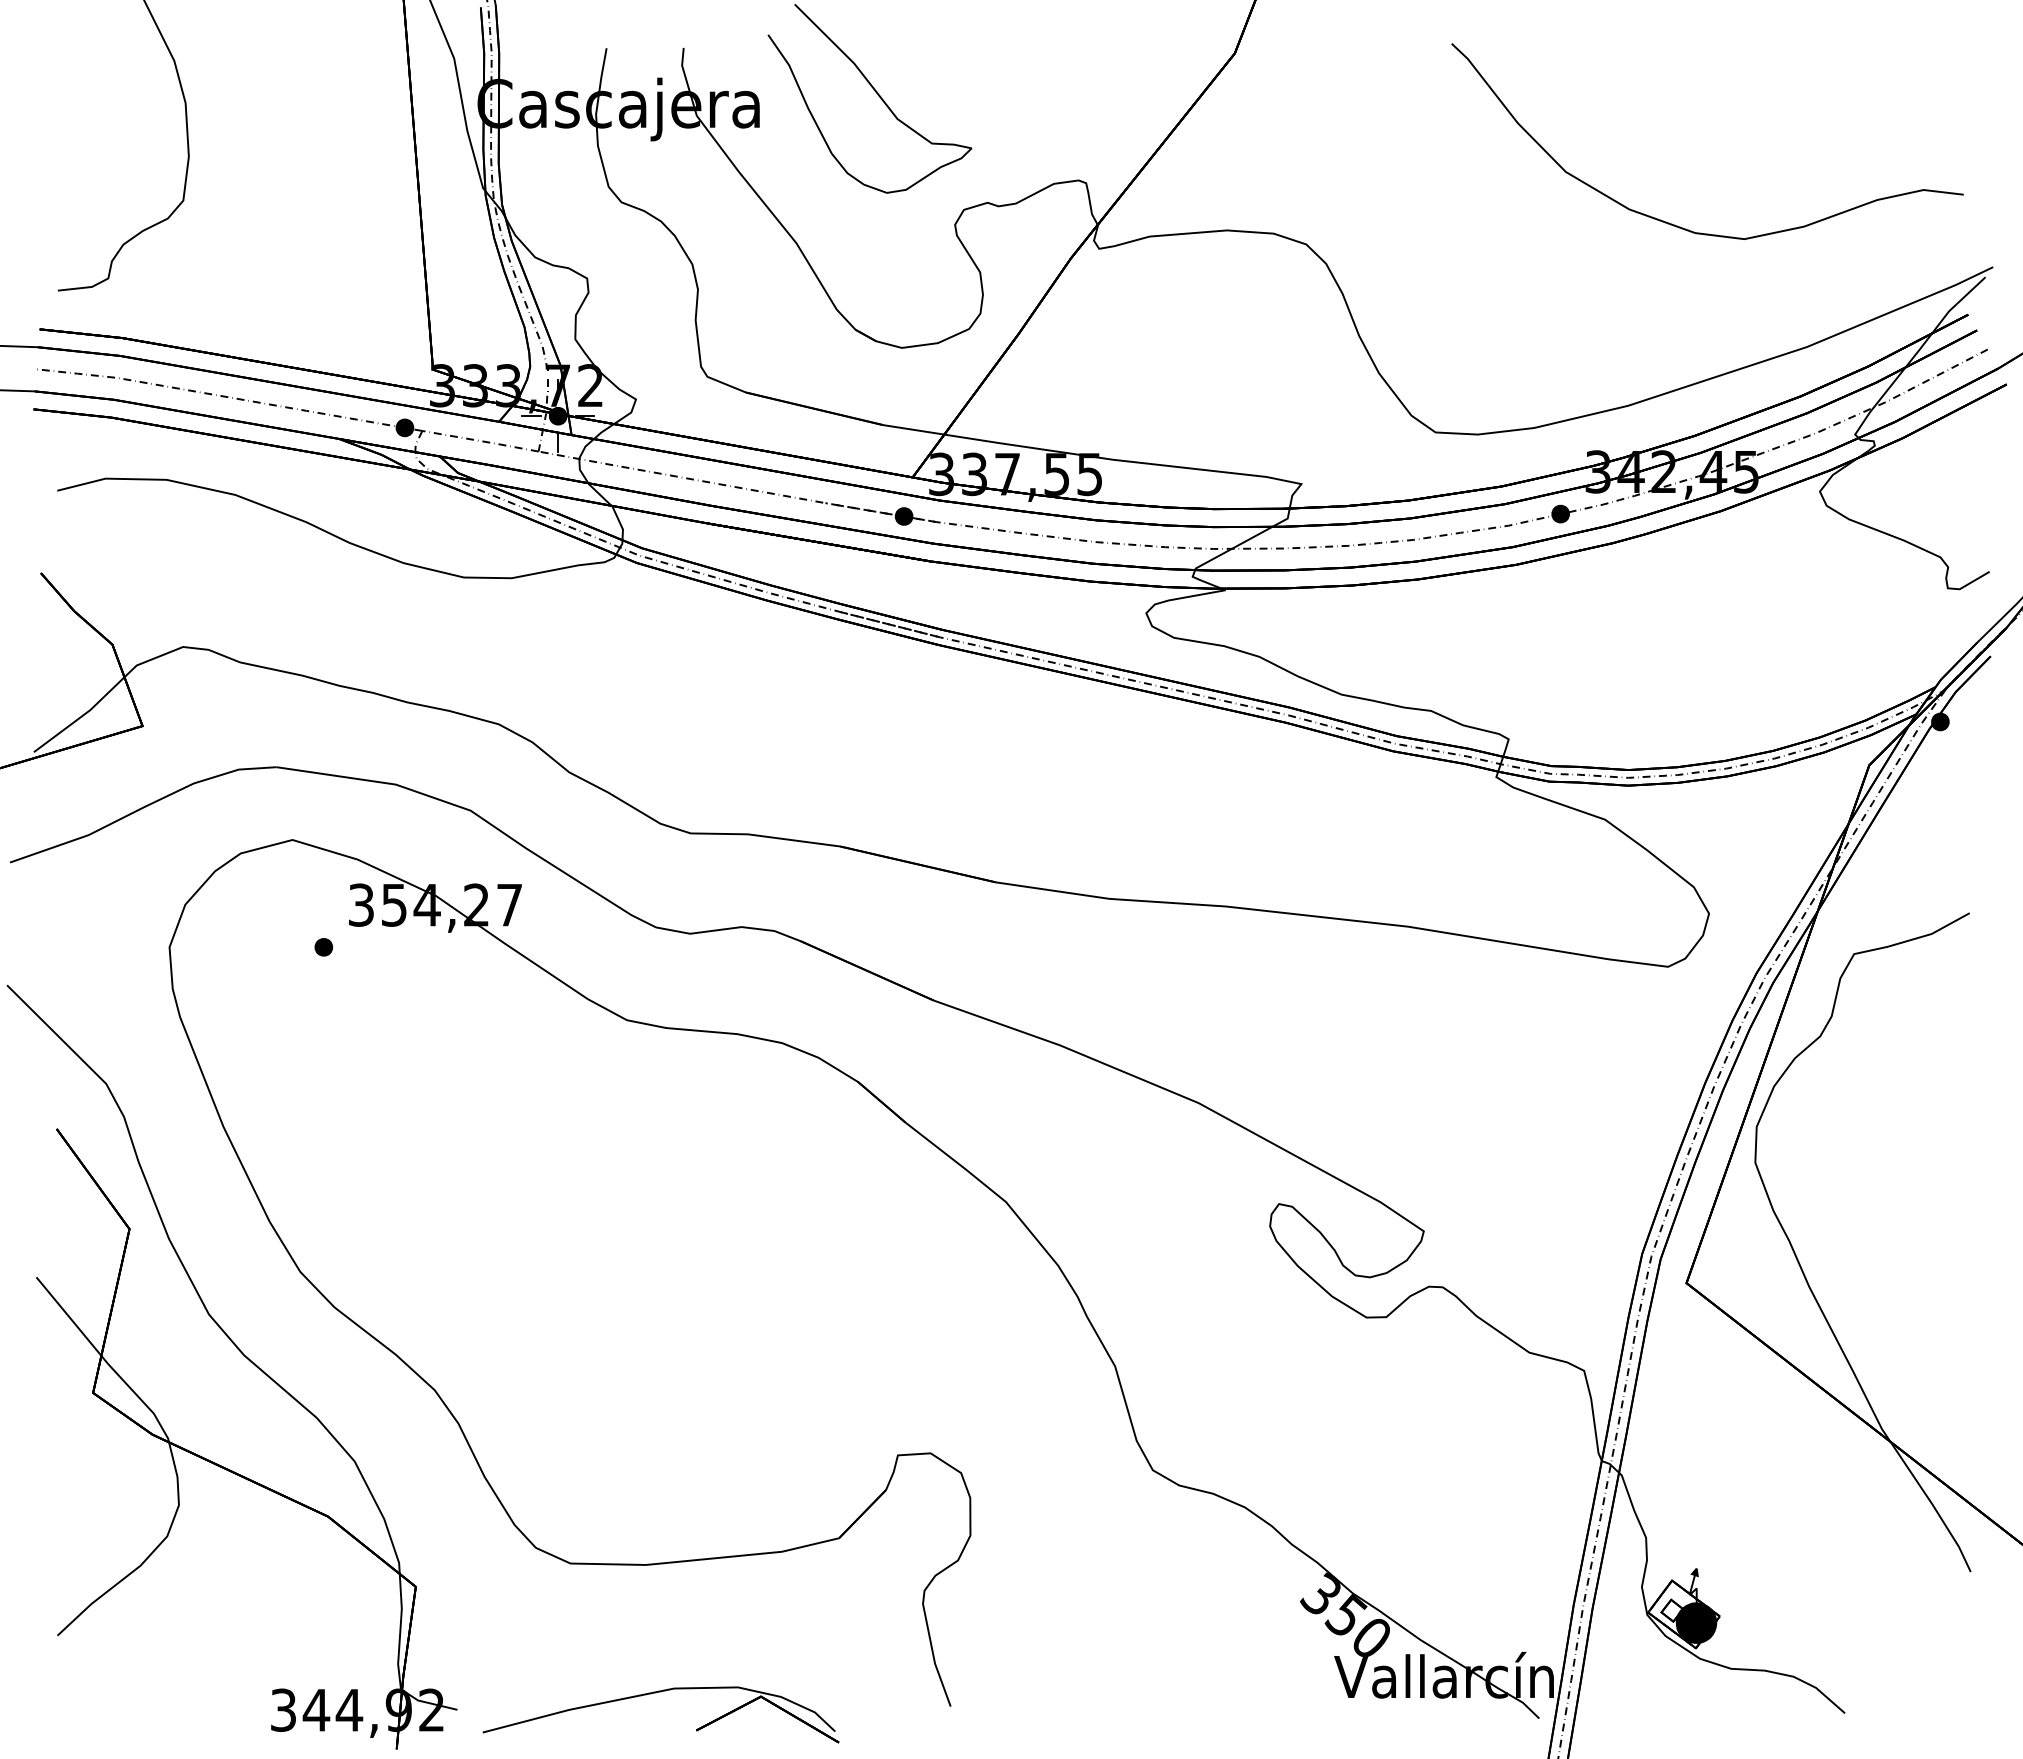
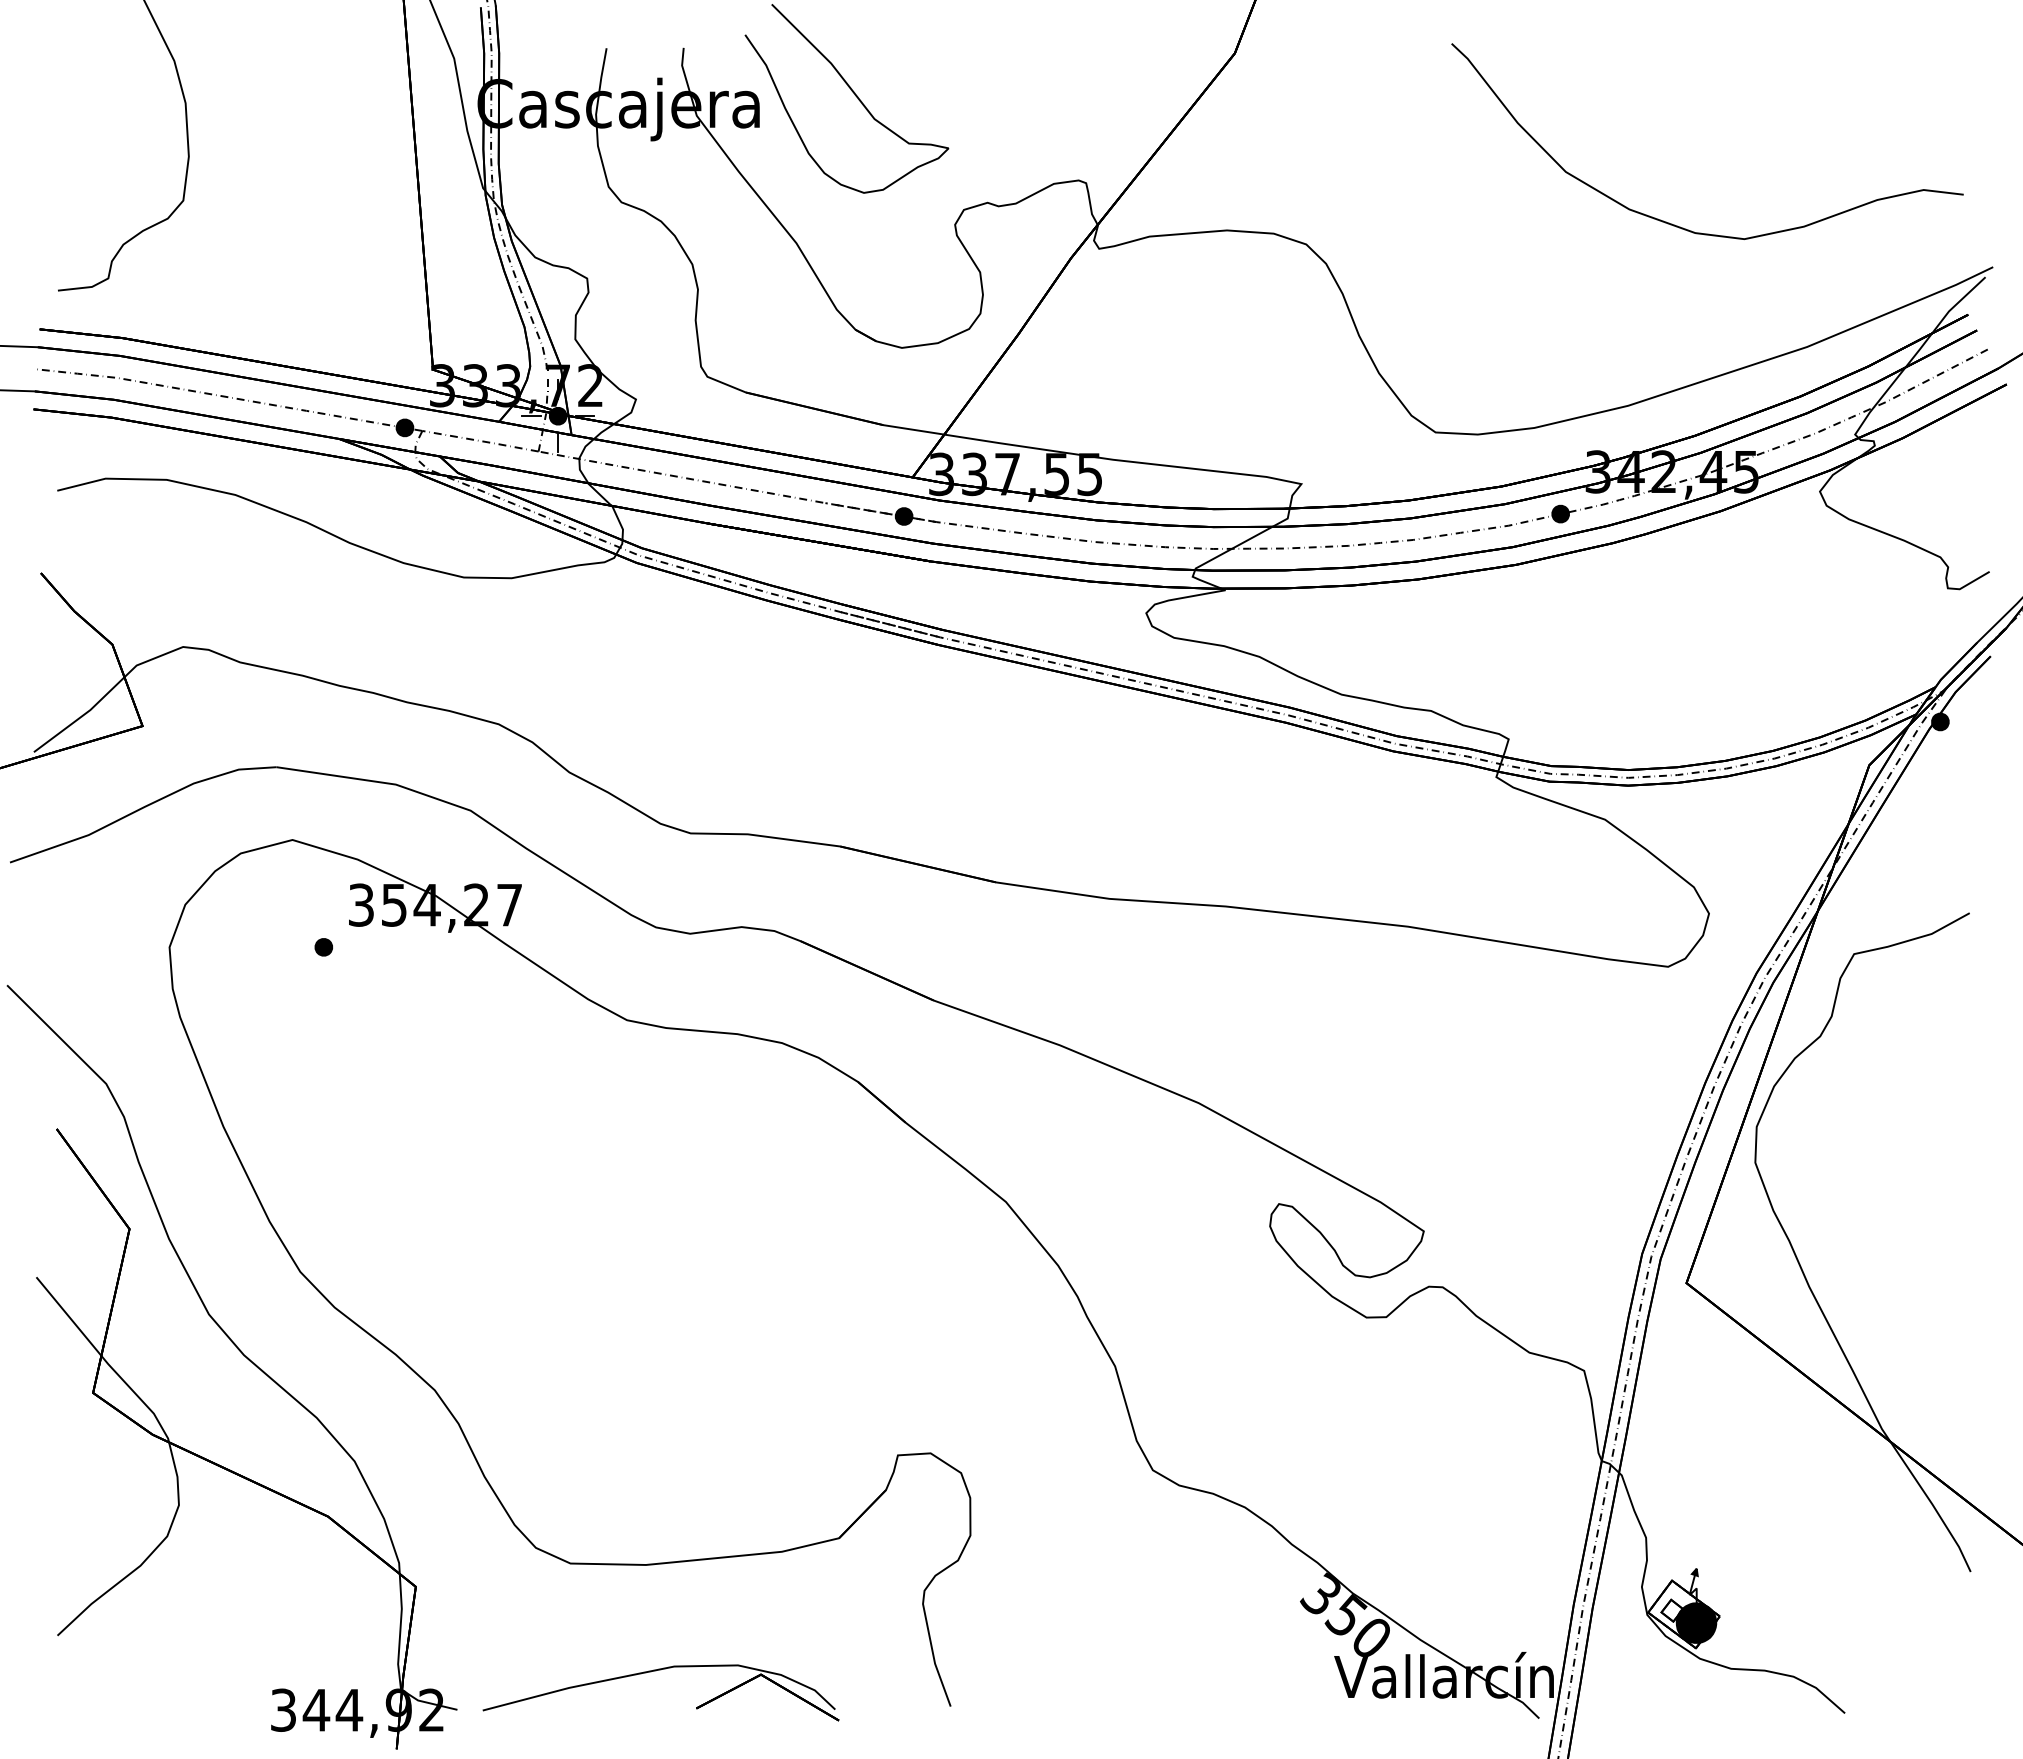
curve at (875, 92) position: (875, 92) -> (852, 92)
part at (656, 1693) position: (656, 1693) -> (656, 1671)
